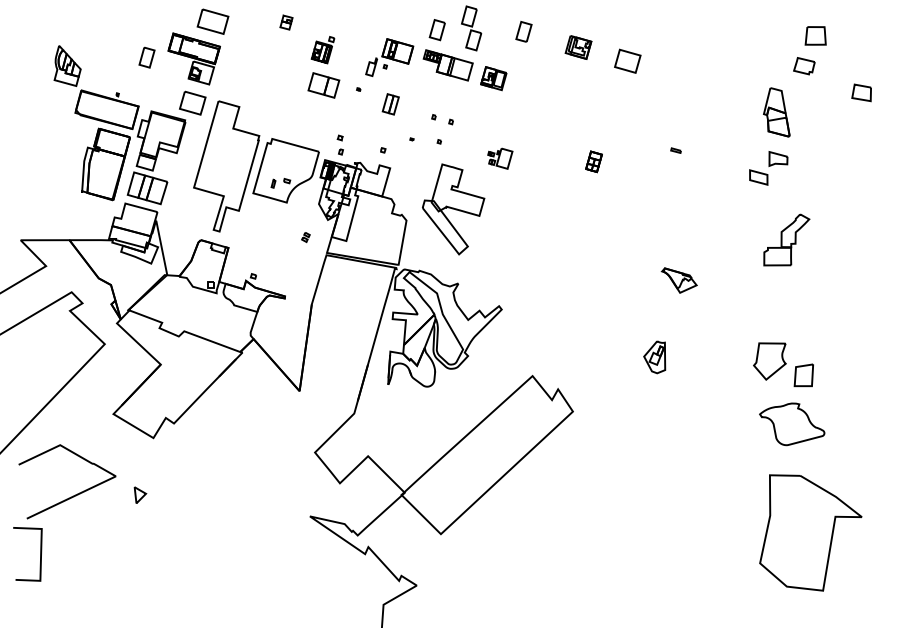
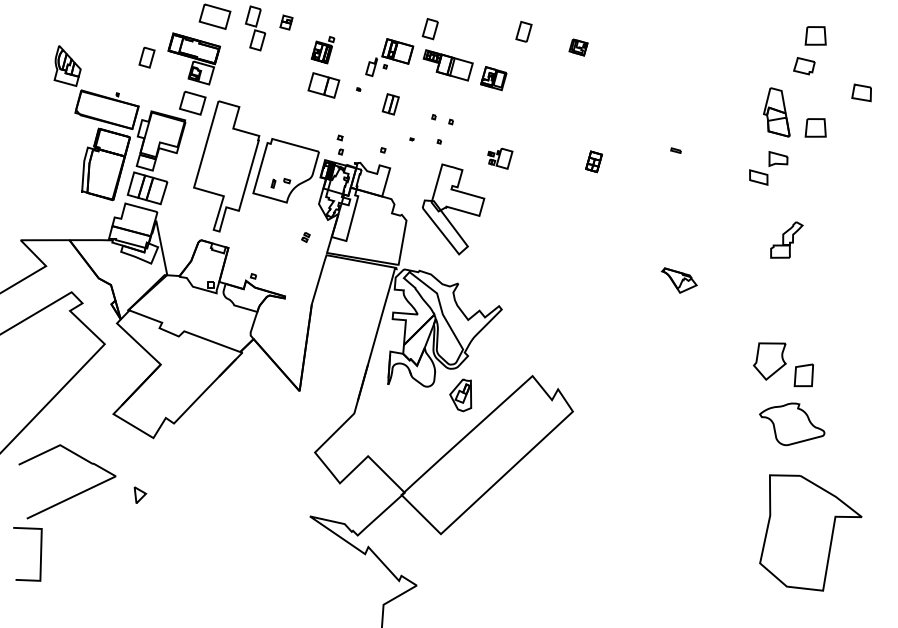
part at (212, 21) position: (212, 21) -> (214, 16)
part at (471, 28) position: (471, 28) -> (255, 28)
part at (436, 30) position: (436, 30) -> (429, 29)
part at (578, 47) size: 29x25 px -> 21x19 px
part at (627, 60): present -> none
part at (815, 127): none -> present
part at (786, 239) size: 48x54 px -> 34x38 px
part at (654, 357) position: (654, 357) -> (460, 395)
